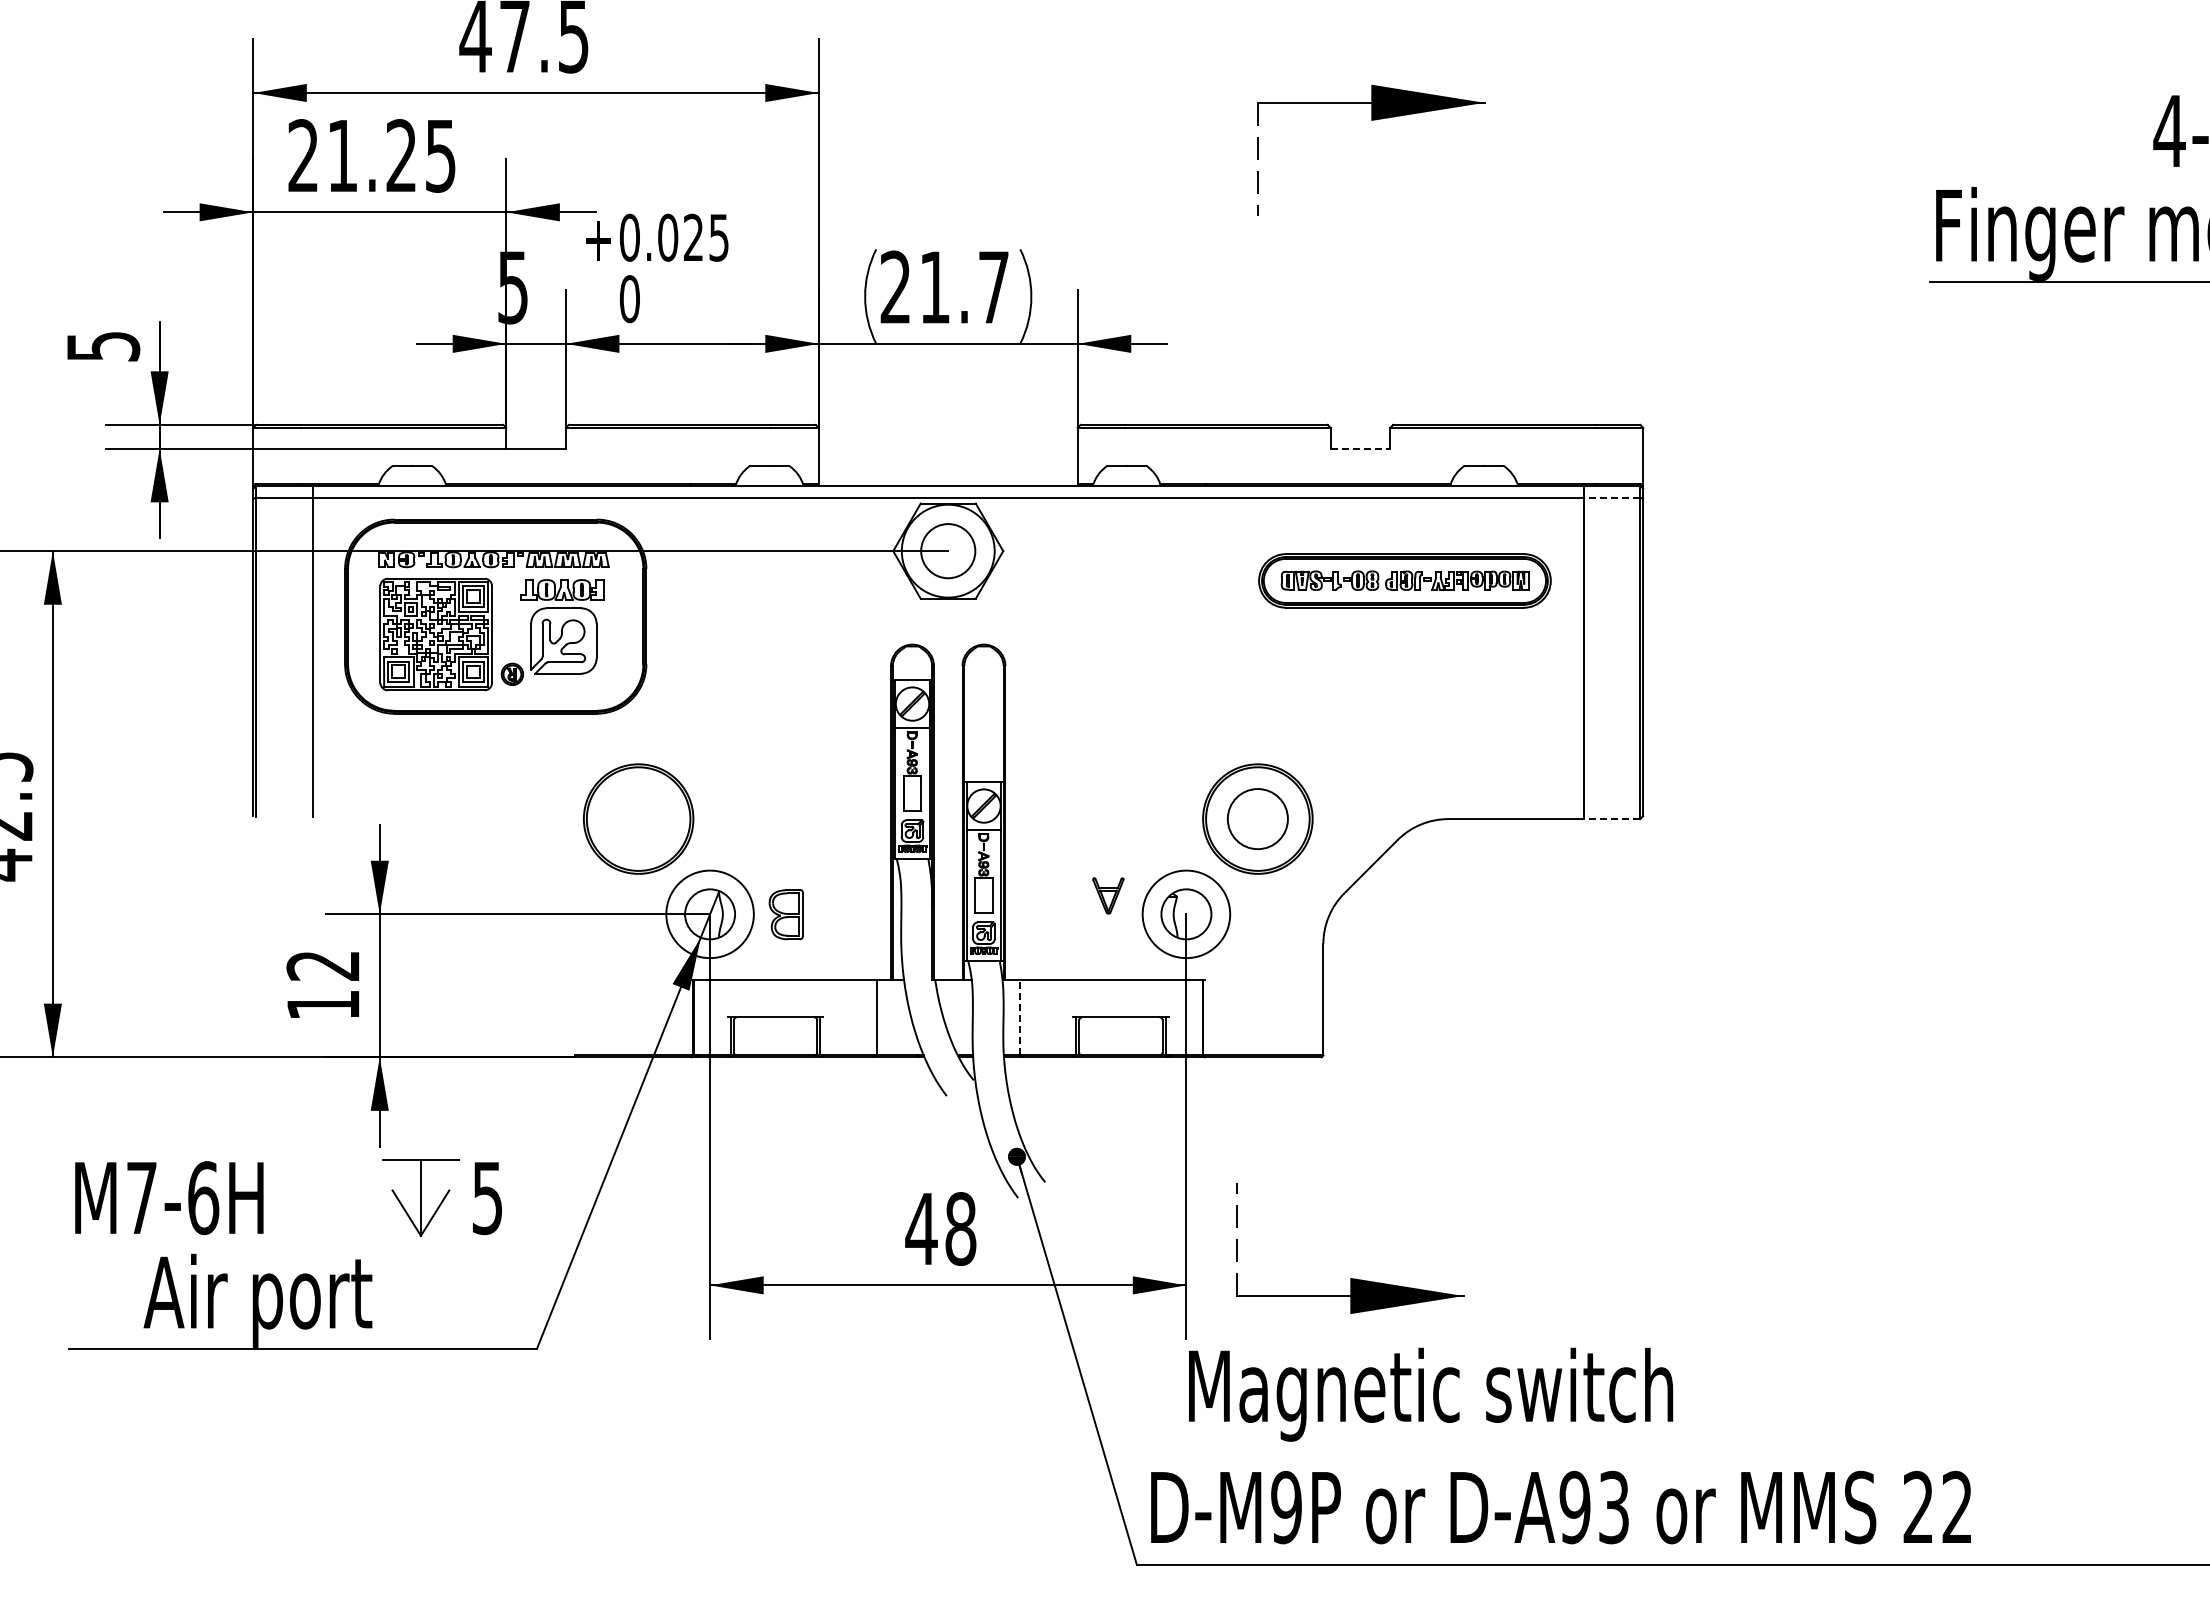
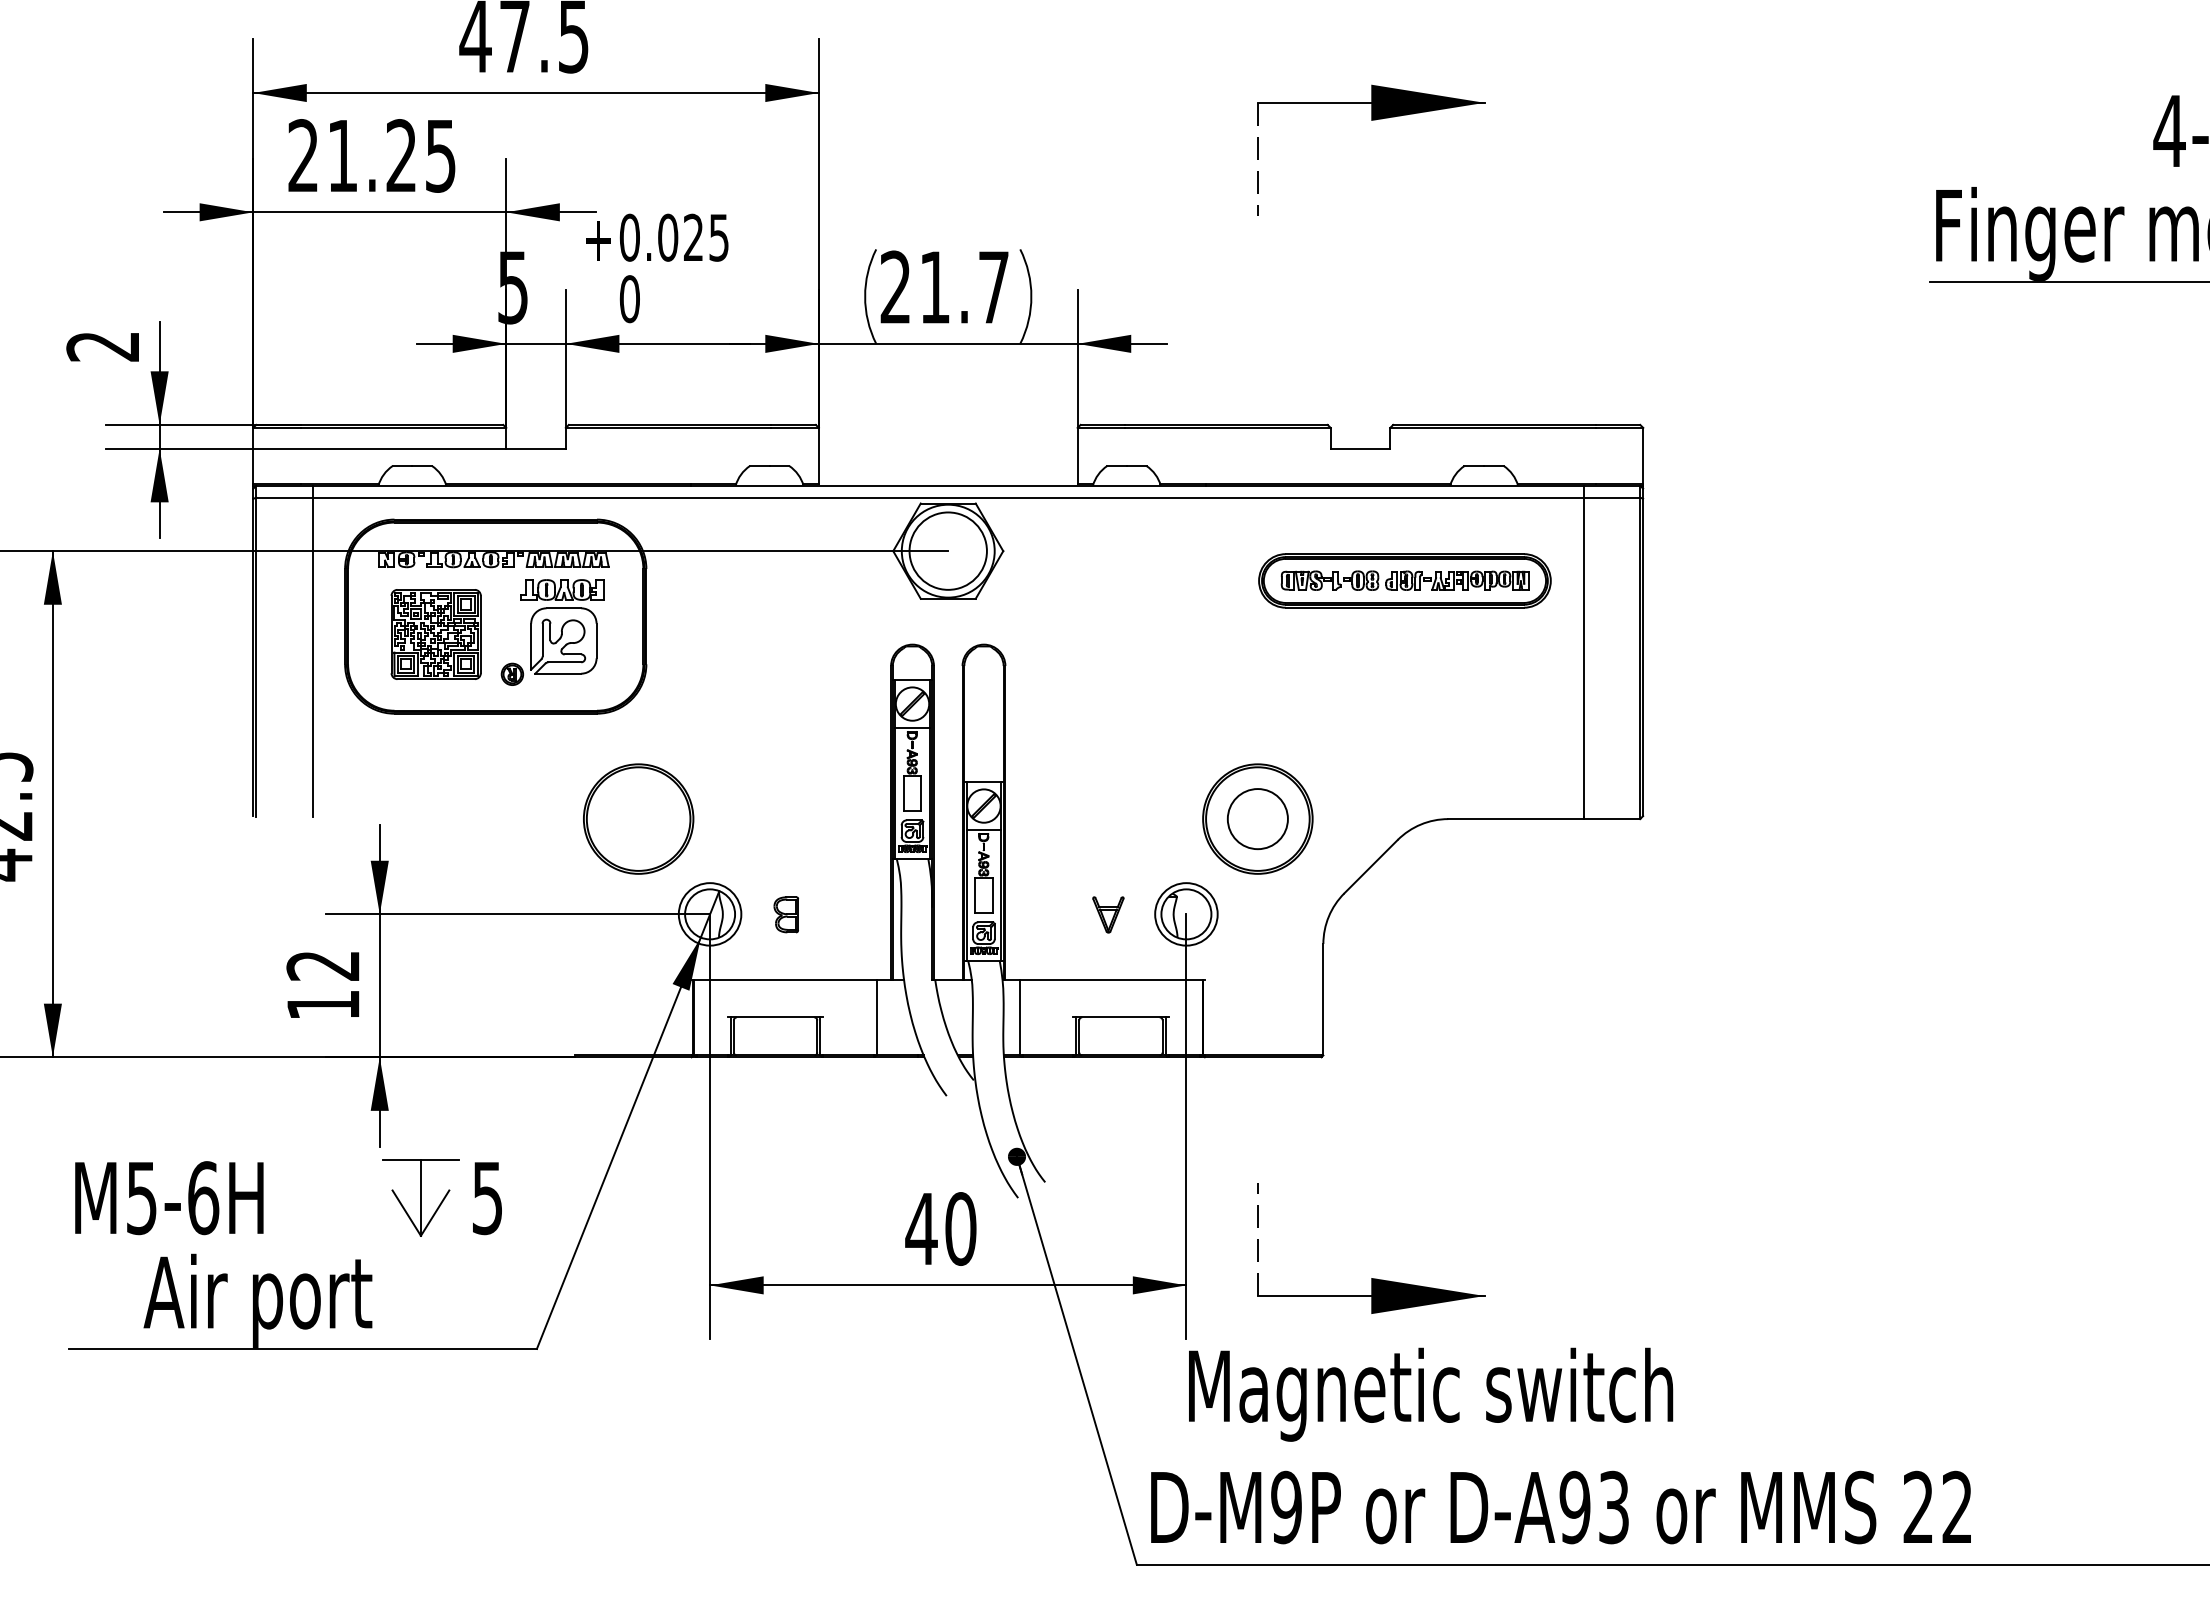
text at (103, 346): 5 -> 2
line at (1360, 448): dashed -> solid
line at (1611, 497): dashed -> solid
circle at (948, 551) diameter: 54 px -> 77 px
part at (435, 634) size: 114x115 px -> 92x91 px
line at (1611, 819): dashed -> solid
part at (1108, 895) position: (1108, 895) -> (1108, 914)
circle at (709, 914) diameter: 88 px -> 63 px
part at (785, 914) size: 36x52 px -> 27x38 px
circle at (1186, 914) diameter: 88 px -> 63 px
line at (1019, 1017): dashed -> solid
text at (141, 1198): M7-6H -> M5-6H
text at (960, 1228): 48 -> 40
part at (1350, 1278) position: (1350, 1278) -> (1371, 1278)
